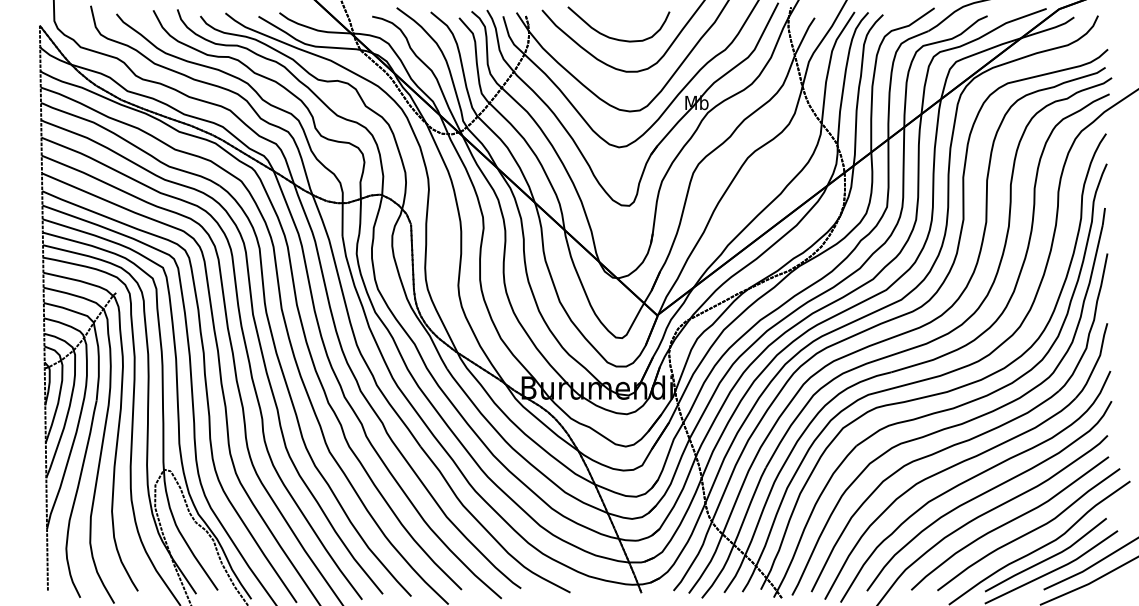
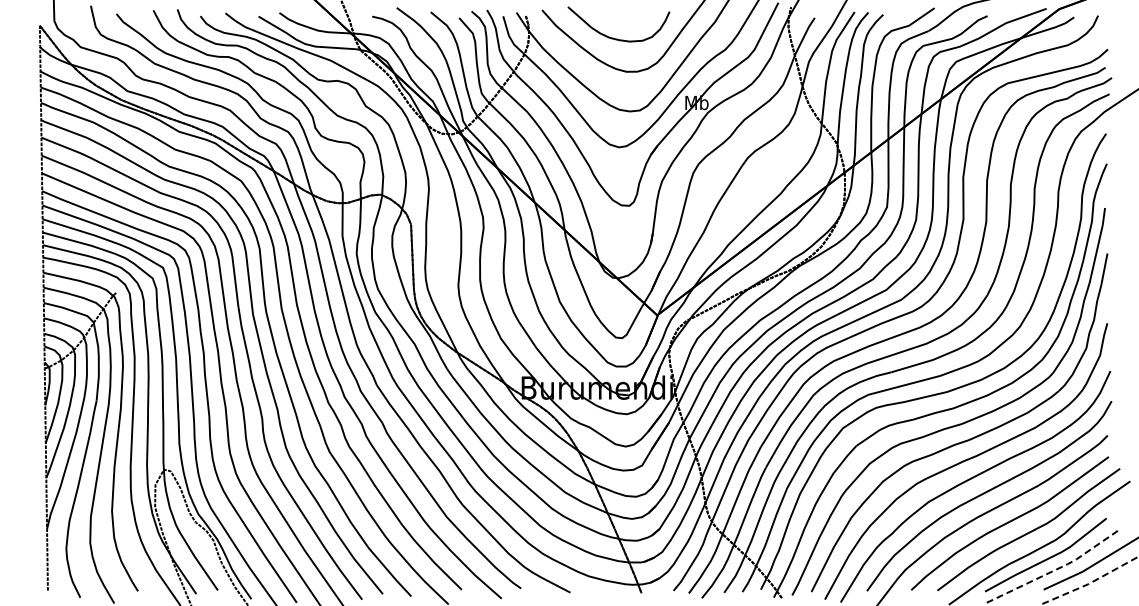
line at (1055, 570): solid -> dashed
line at (1089, 583): solid -> dashed
